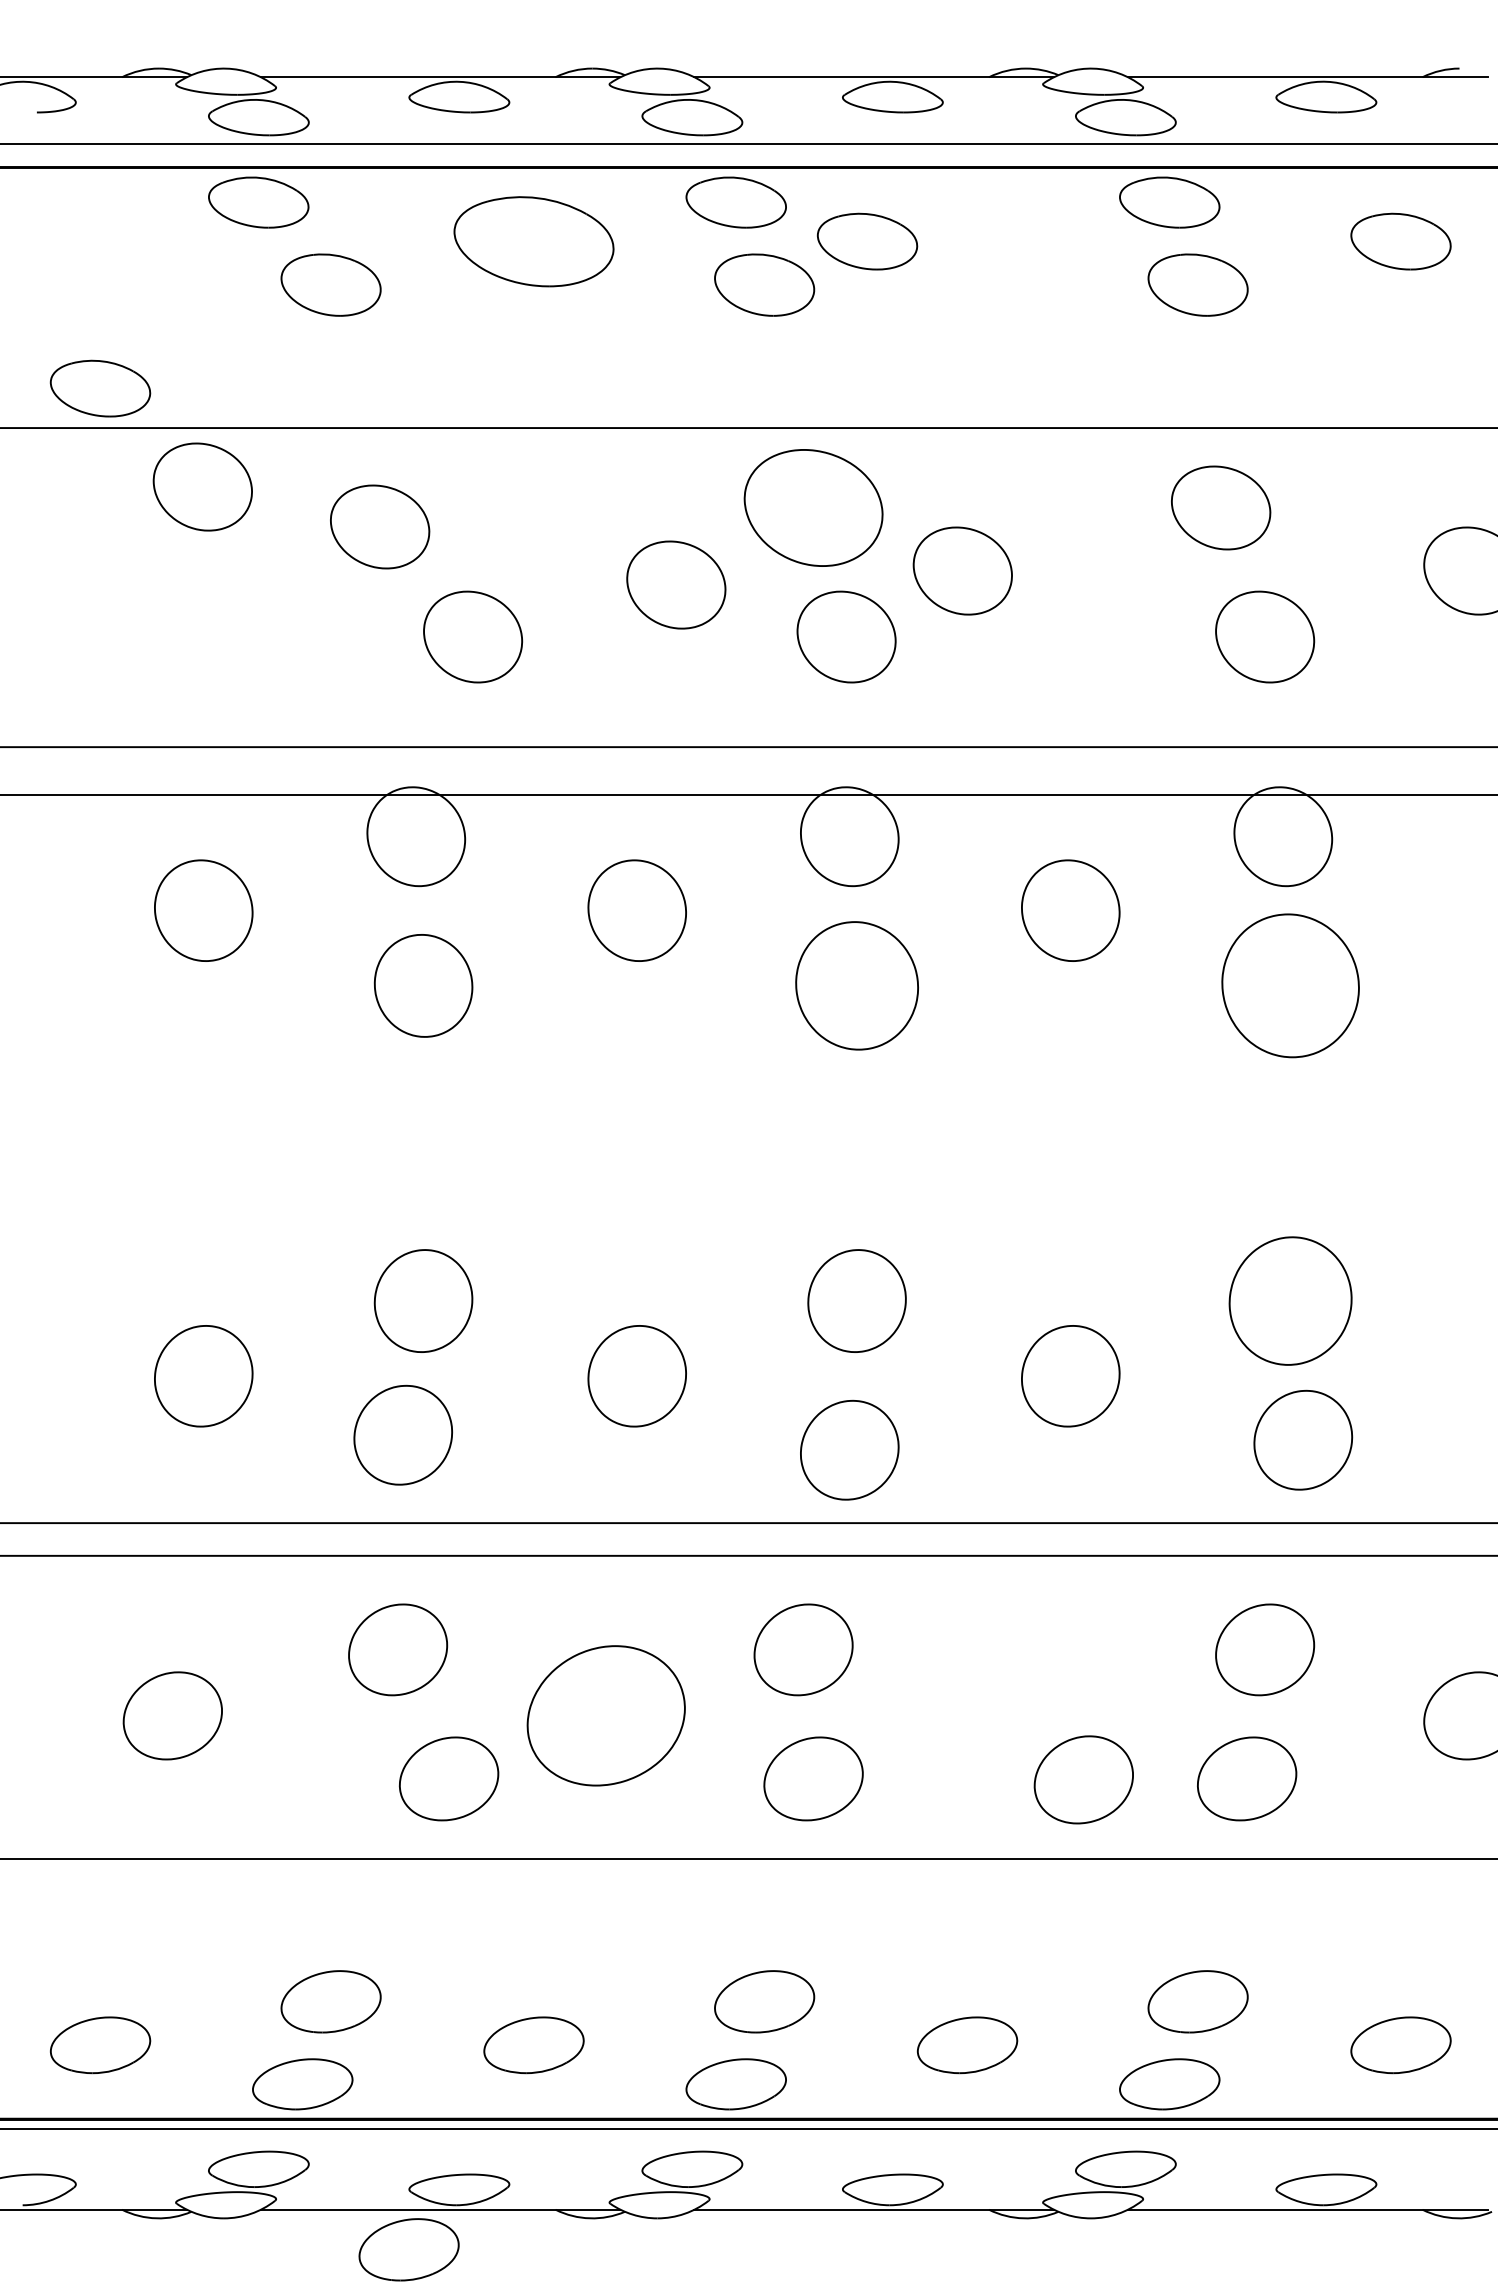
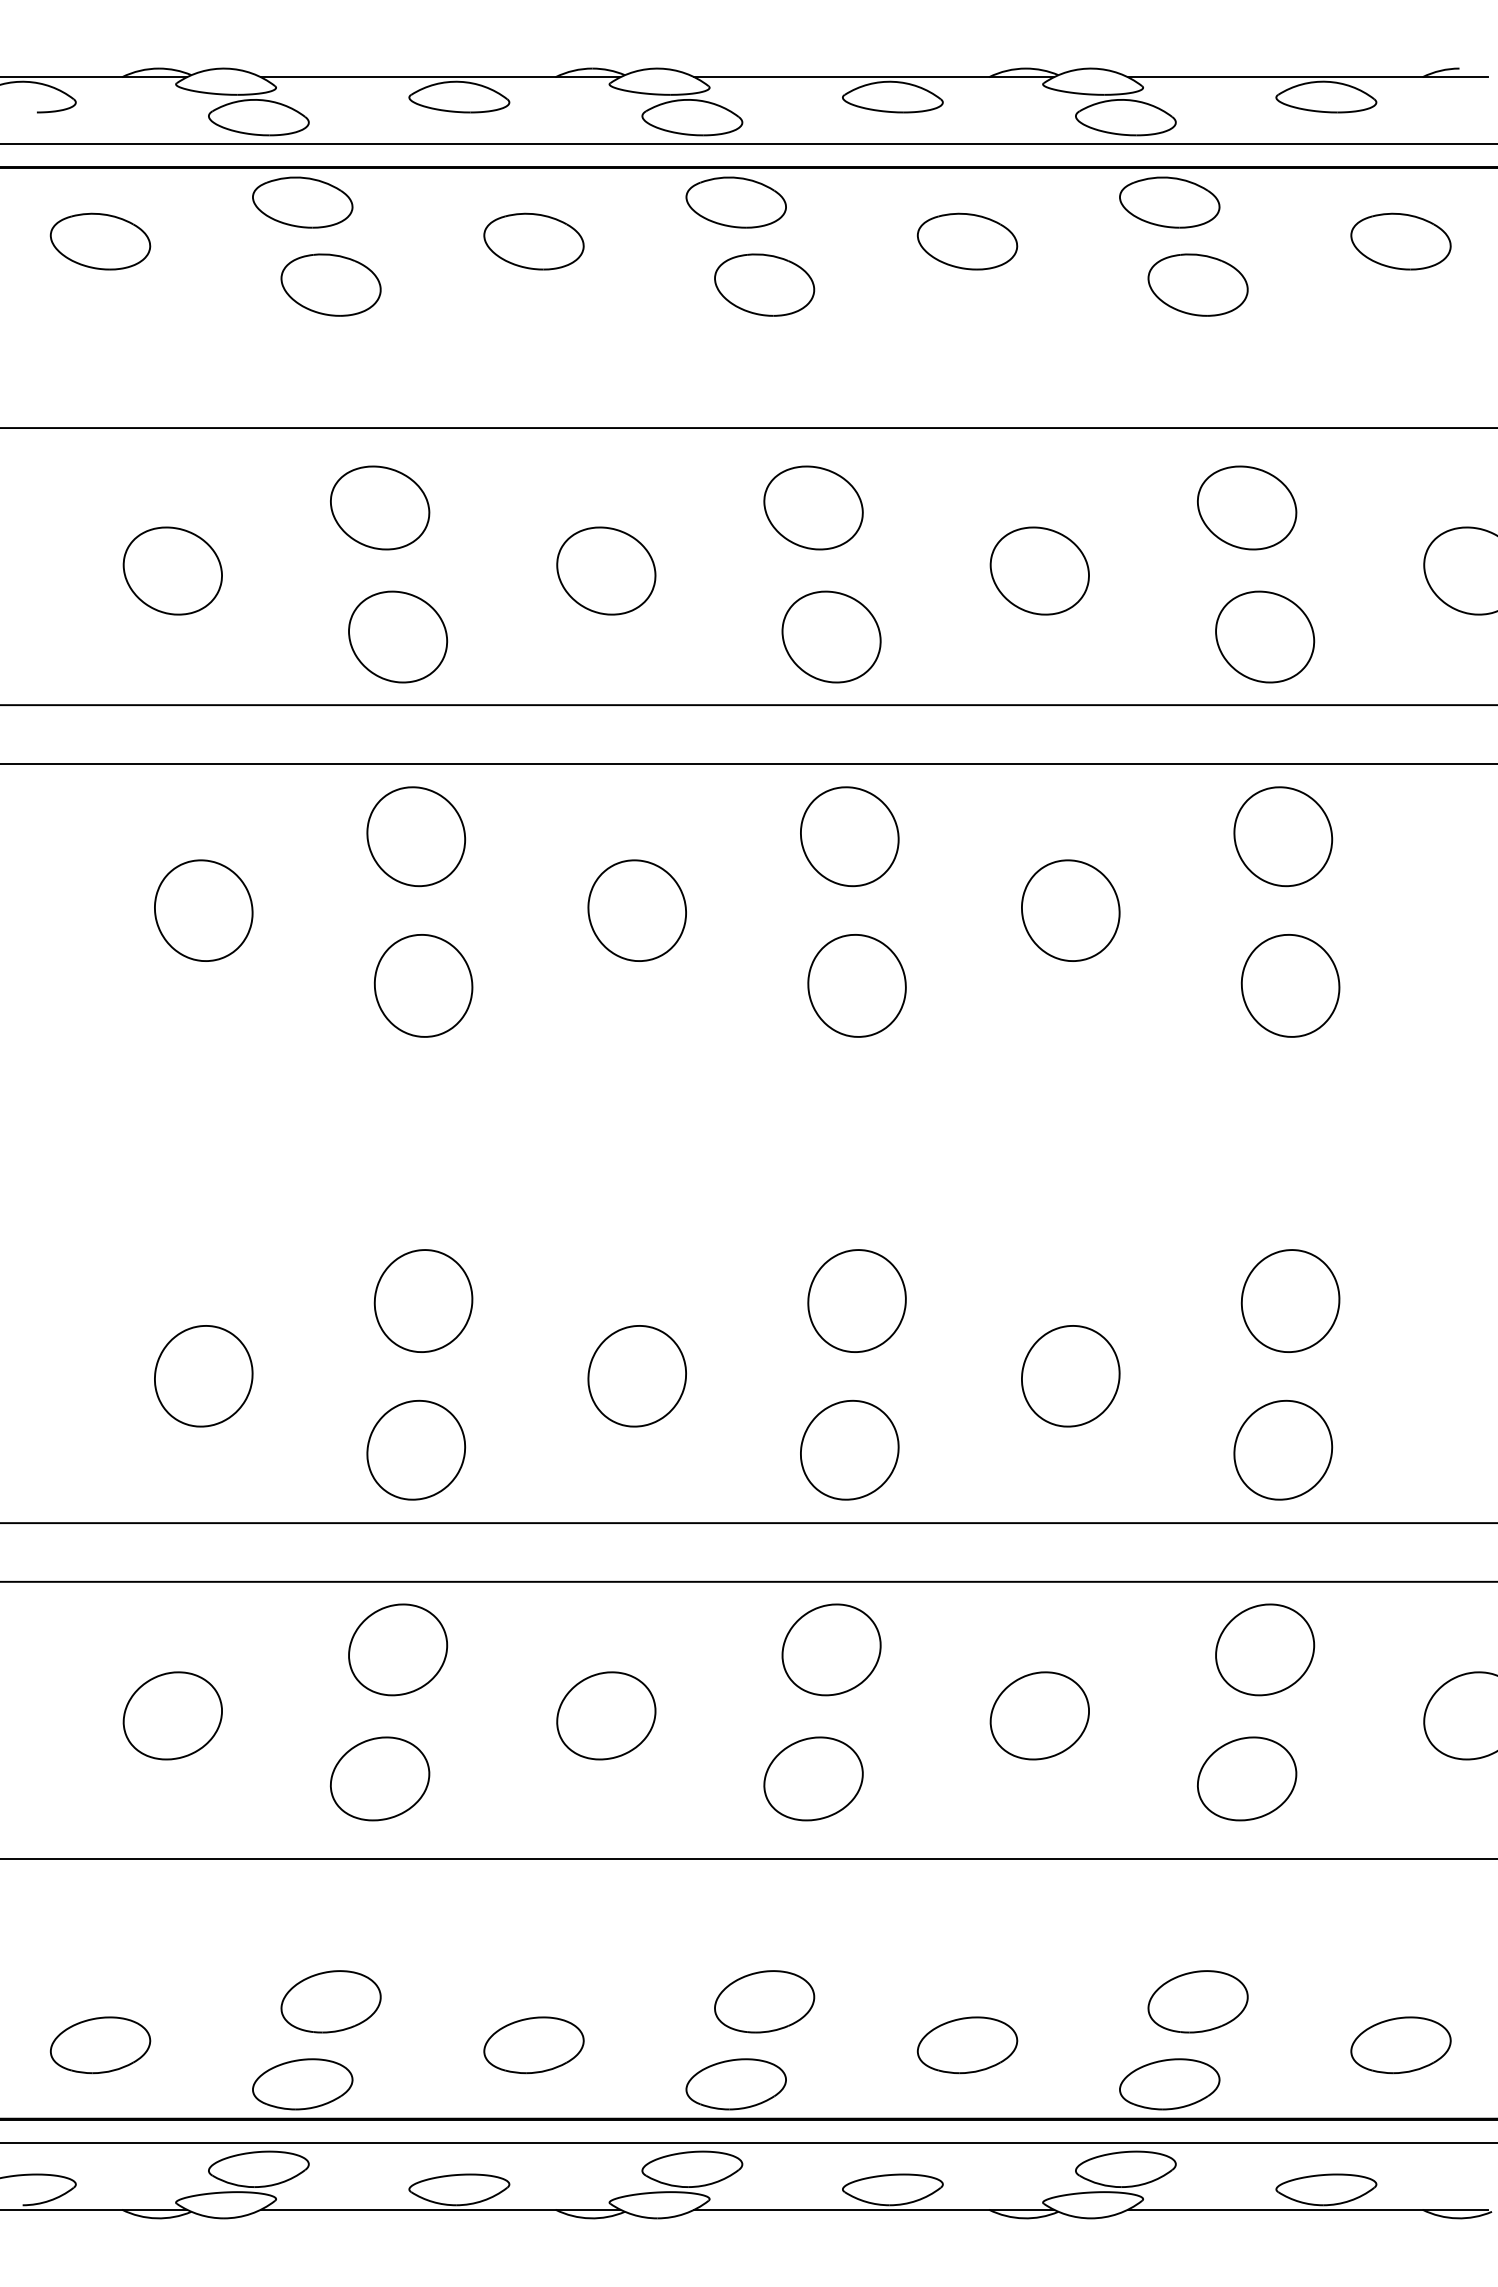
part at (258, 202) position: (258, 202) -> (302, 202)
part at (533, 241) size: 162x92 px -> 102x59 px
part at (867, 241) position: (867, 241) -> (967, 241)
part at (100, 388) position: (100, 388) -> (100, 241)
part at (202, 486) position: (202, 486) -> (172, 570)
part at (813, 507) size: 141x118 px -> 101x86 px
part at (1221, 507) position: (1221, 507) -> (1247, 507)
part at (380, 526) position: (380, 526) -> (380, 507)
part at (962, 570) position: (962, 570) -> (1039, 570)
part at (676, 584) position: (676, 584) -> (606, 570)
part at (473, 636) position: (473, 636) -> (398, 636)
part at (846, 636) position: (846, 636) -> (831, 636)
line at (748, 747) position: (748, 747) -> (748, 705)
line at (748, 794) position: (748, 794) -> (748, 763)
part at (856, 985) size: 124x130 px -> 100x104 px
part at (1290, 985) size: 139x146 px -> 101x104 px
part at (1290, 1300) size: 125x130 px -> 101x104 px
part at (402, 1434) position: (402, 1434) -> (415, 1449)
part at (1303, 1439) position: (1303, 1439) -> (1283, 1449)
line at (748, 1555) position: (748, 1555) -> (748, 1581)
part at (803, 1649) position: (803, 1649) -> (831, 1649)
part at (605, 1715) size: 160x142 px -> 101x90 px
part at (448, 1778) position: (448, 1778) -> (379, 1778)
part at (1083, 1779) position: (1083, 1779) -> (1039, 1715)
line at (748, 2129) position: (748, 2129) -> (748, 2143)
part at (408, 2249): present -> none
